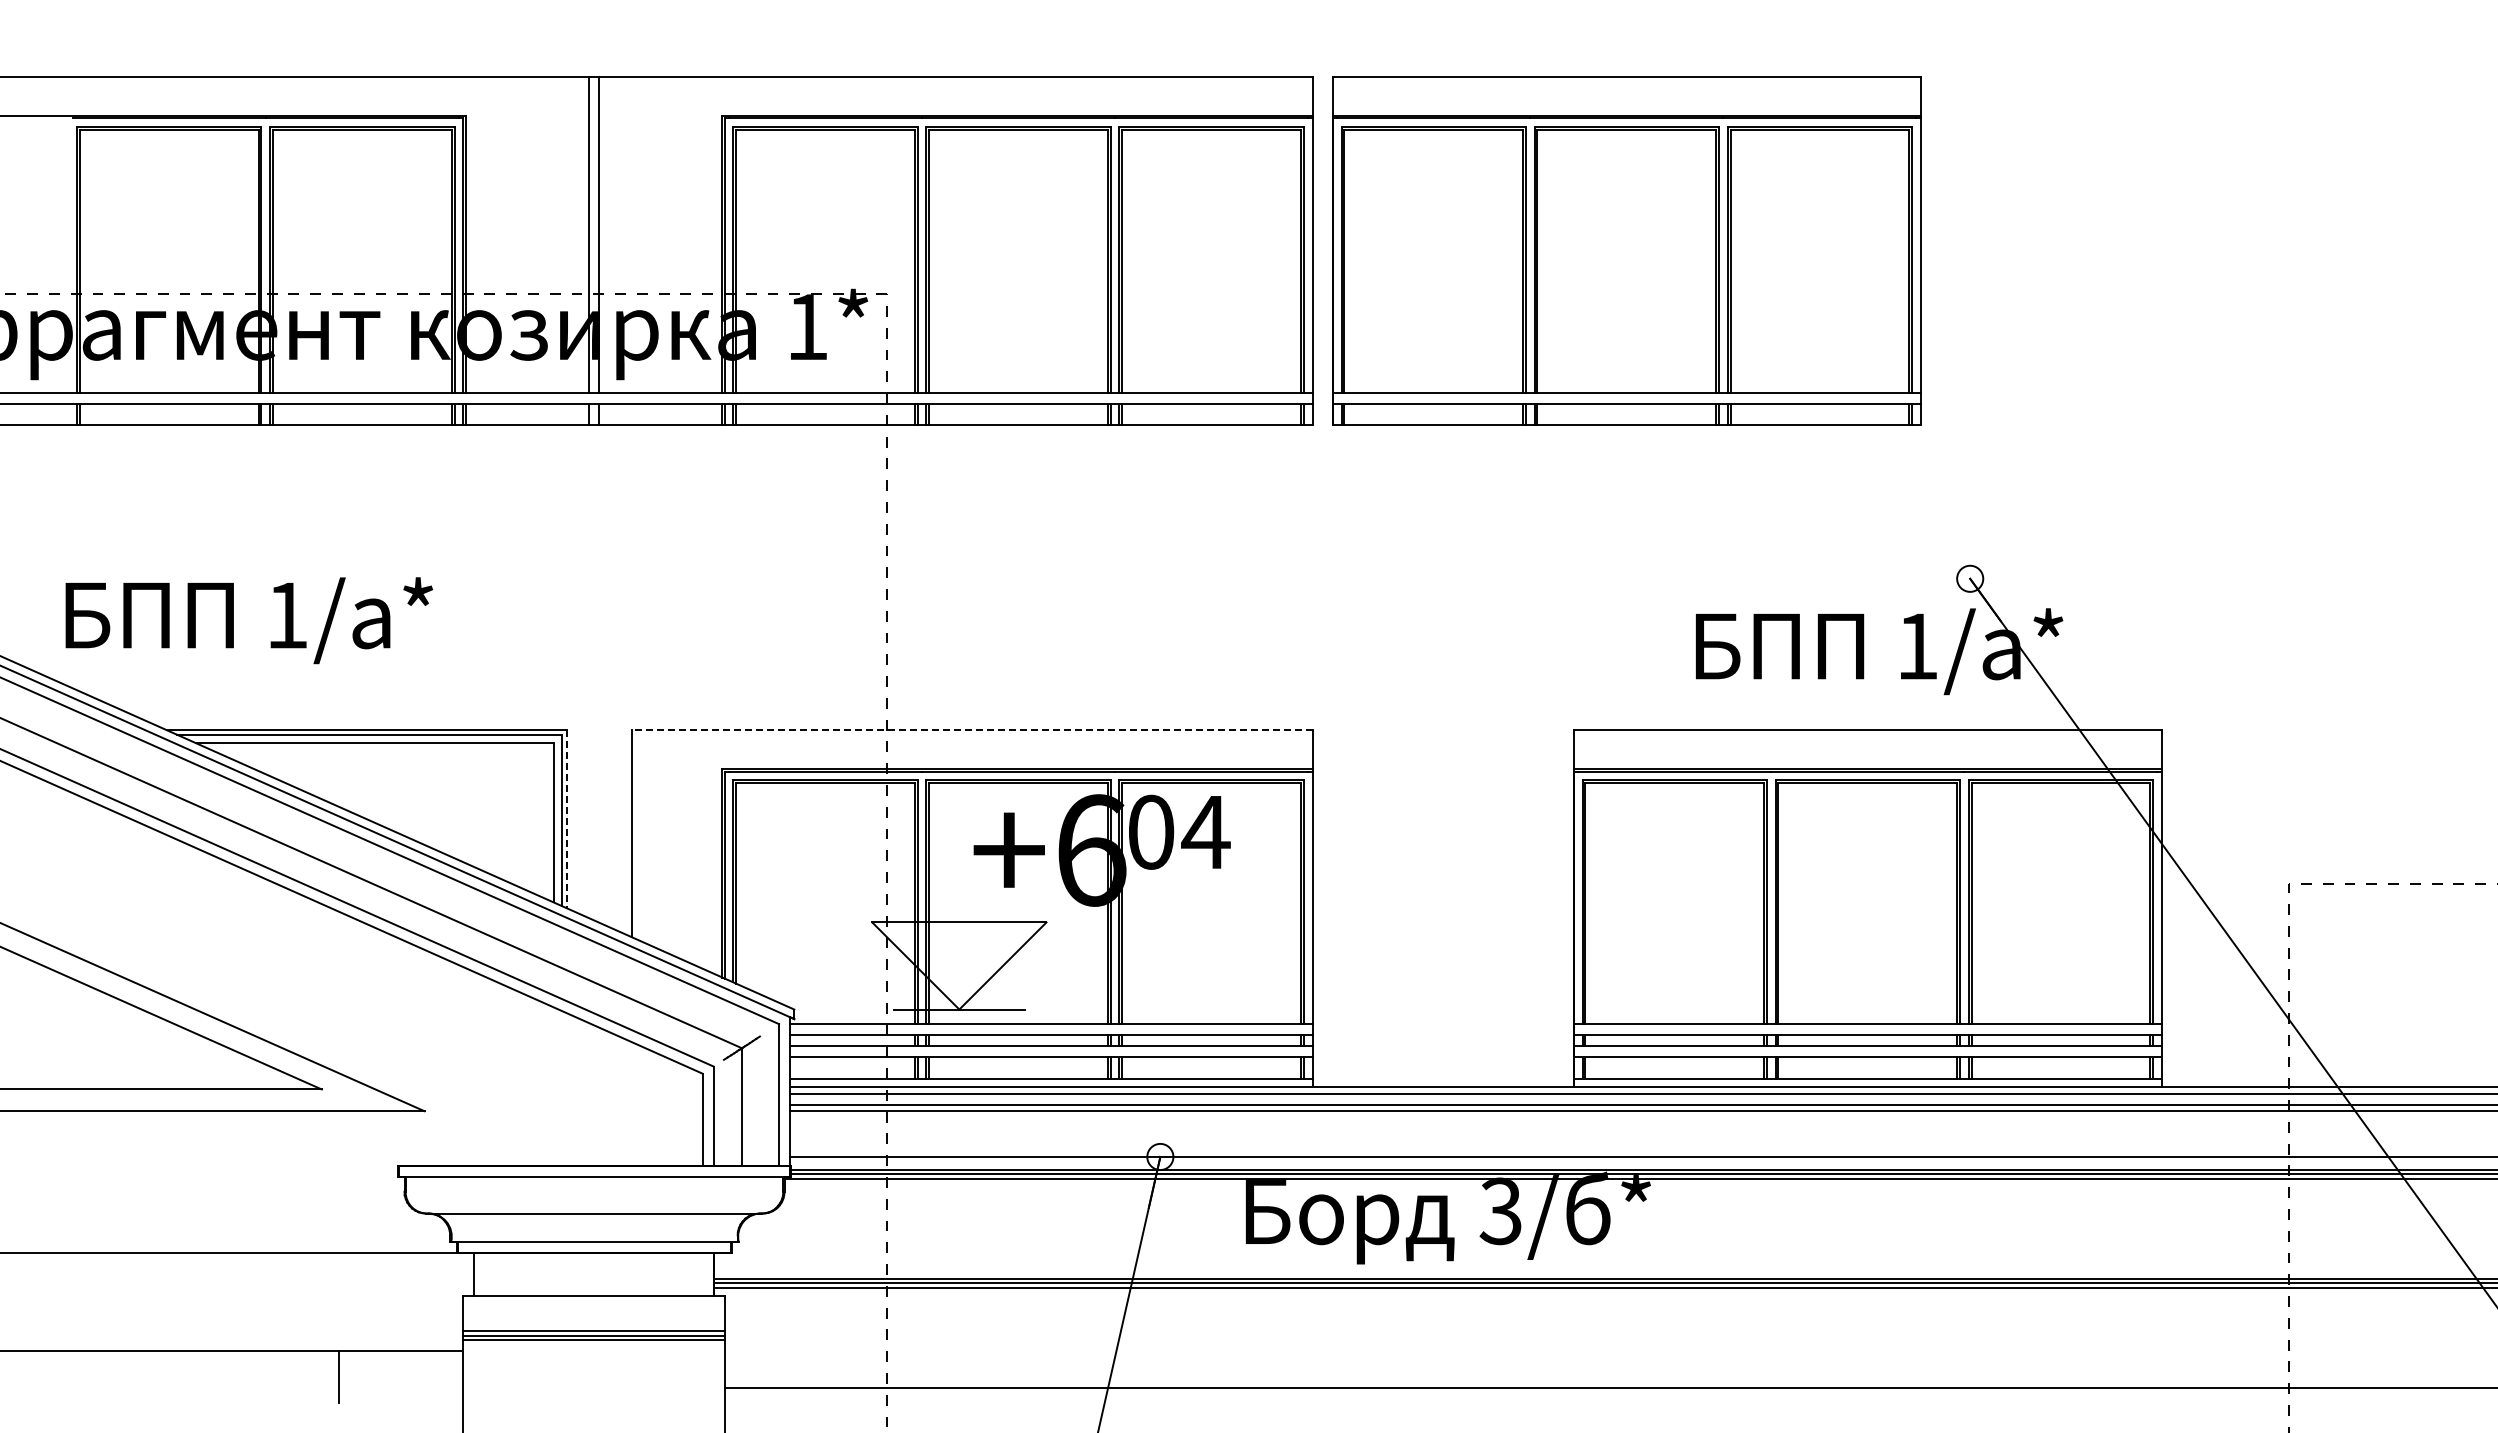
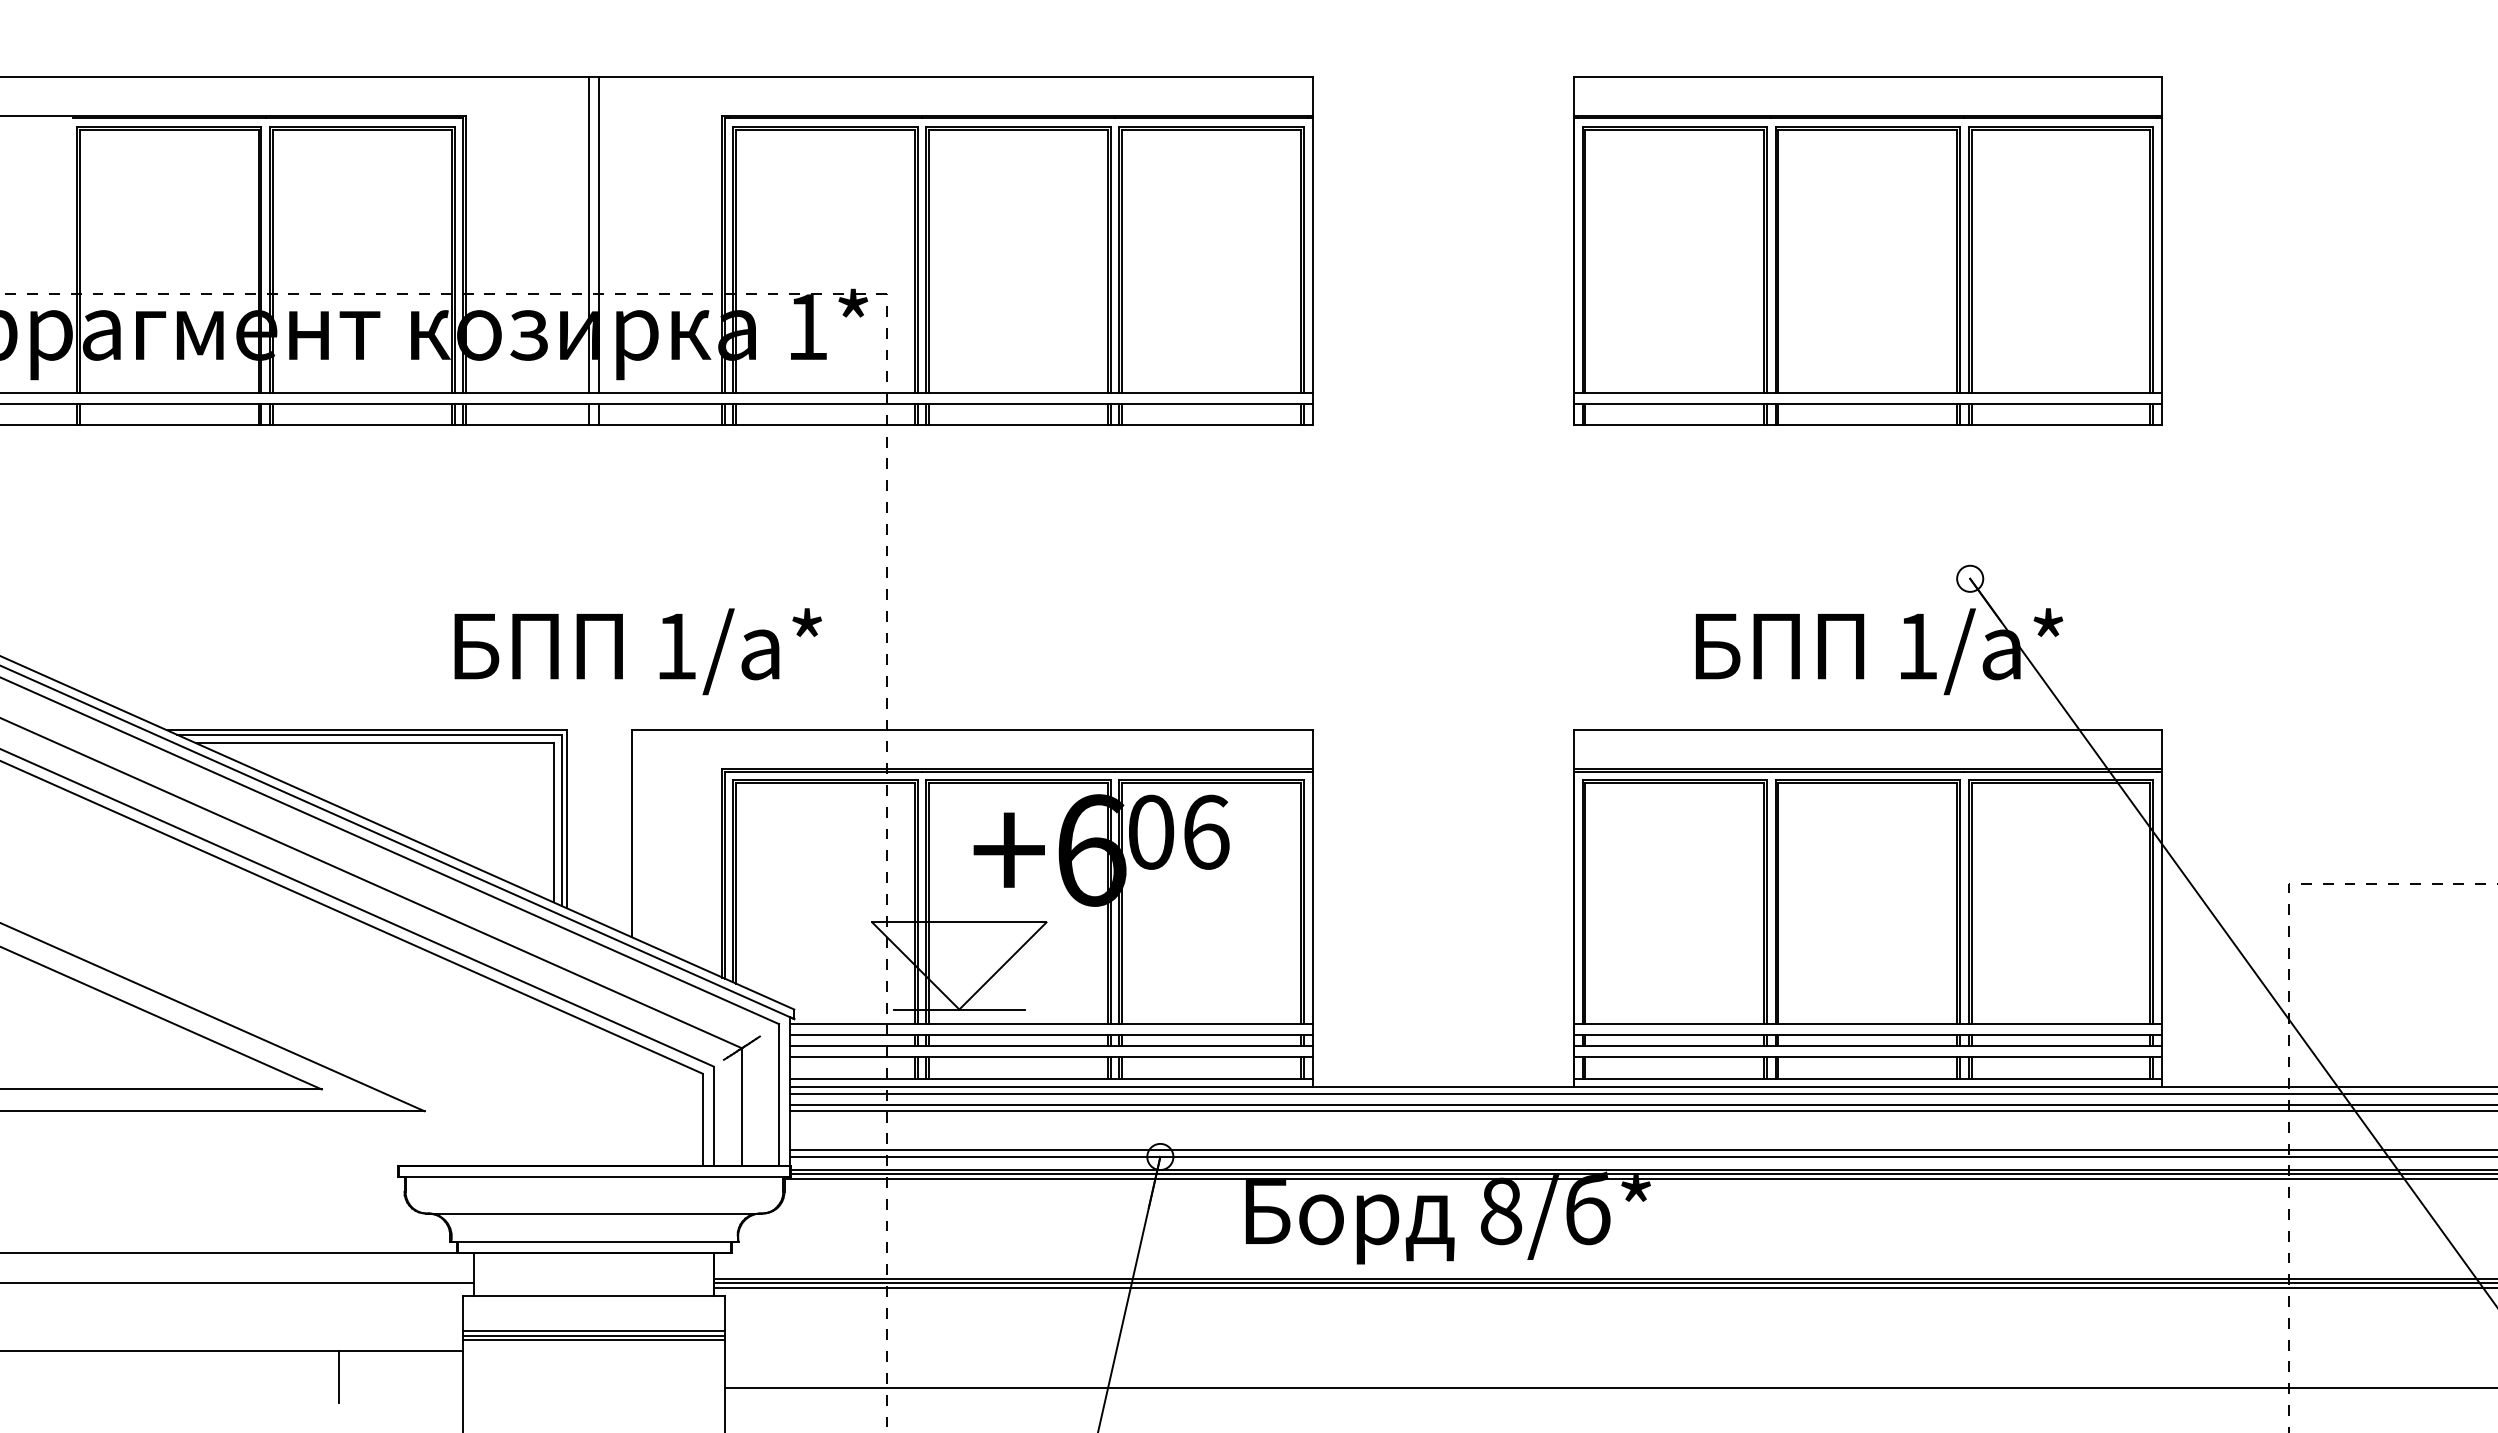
part at (1626, 250) position: (1626, 250) -> (1867, 250)
text at (248, 620) position: (248, 620) -> (637, 651)
line at (971, 730): dashed -> solid
line at (566, 819): dashed -> solid
text at (1205, 831): 04 -> 06
line at (1641, 1150): none -> present
text at (1500, 1211): 3/ -> 8/
line at (238, 1283): none -> present
